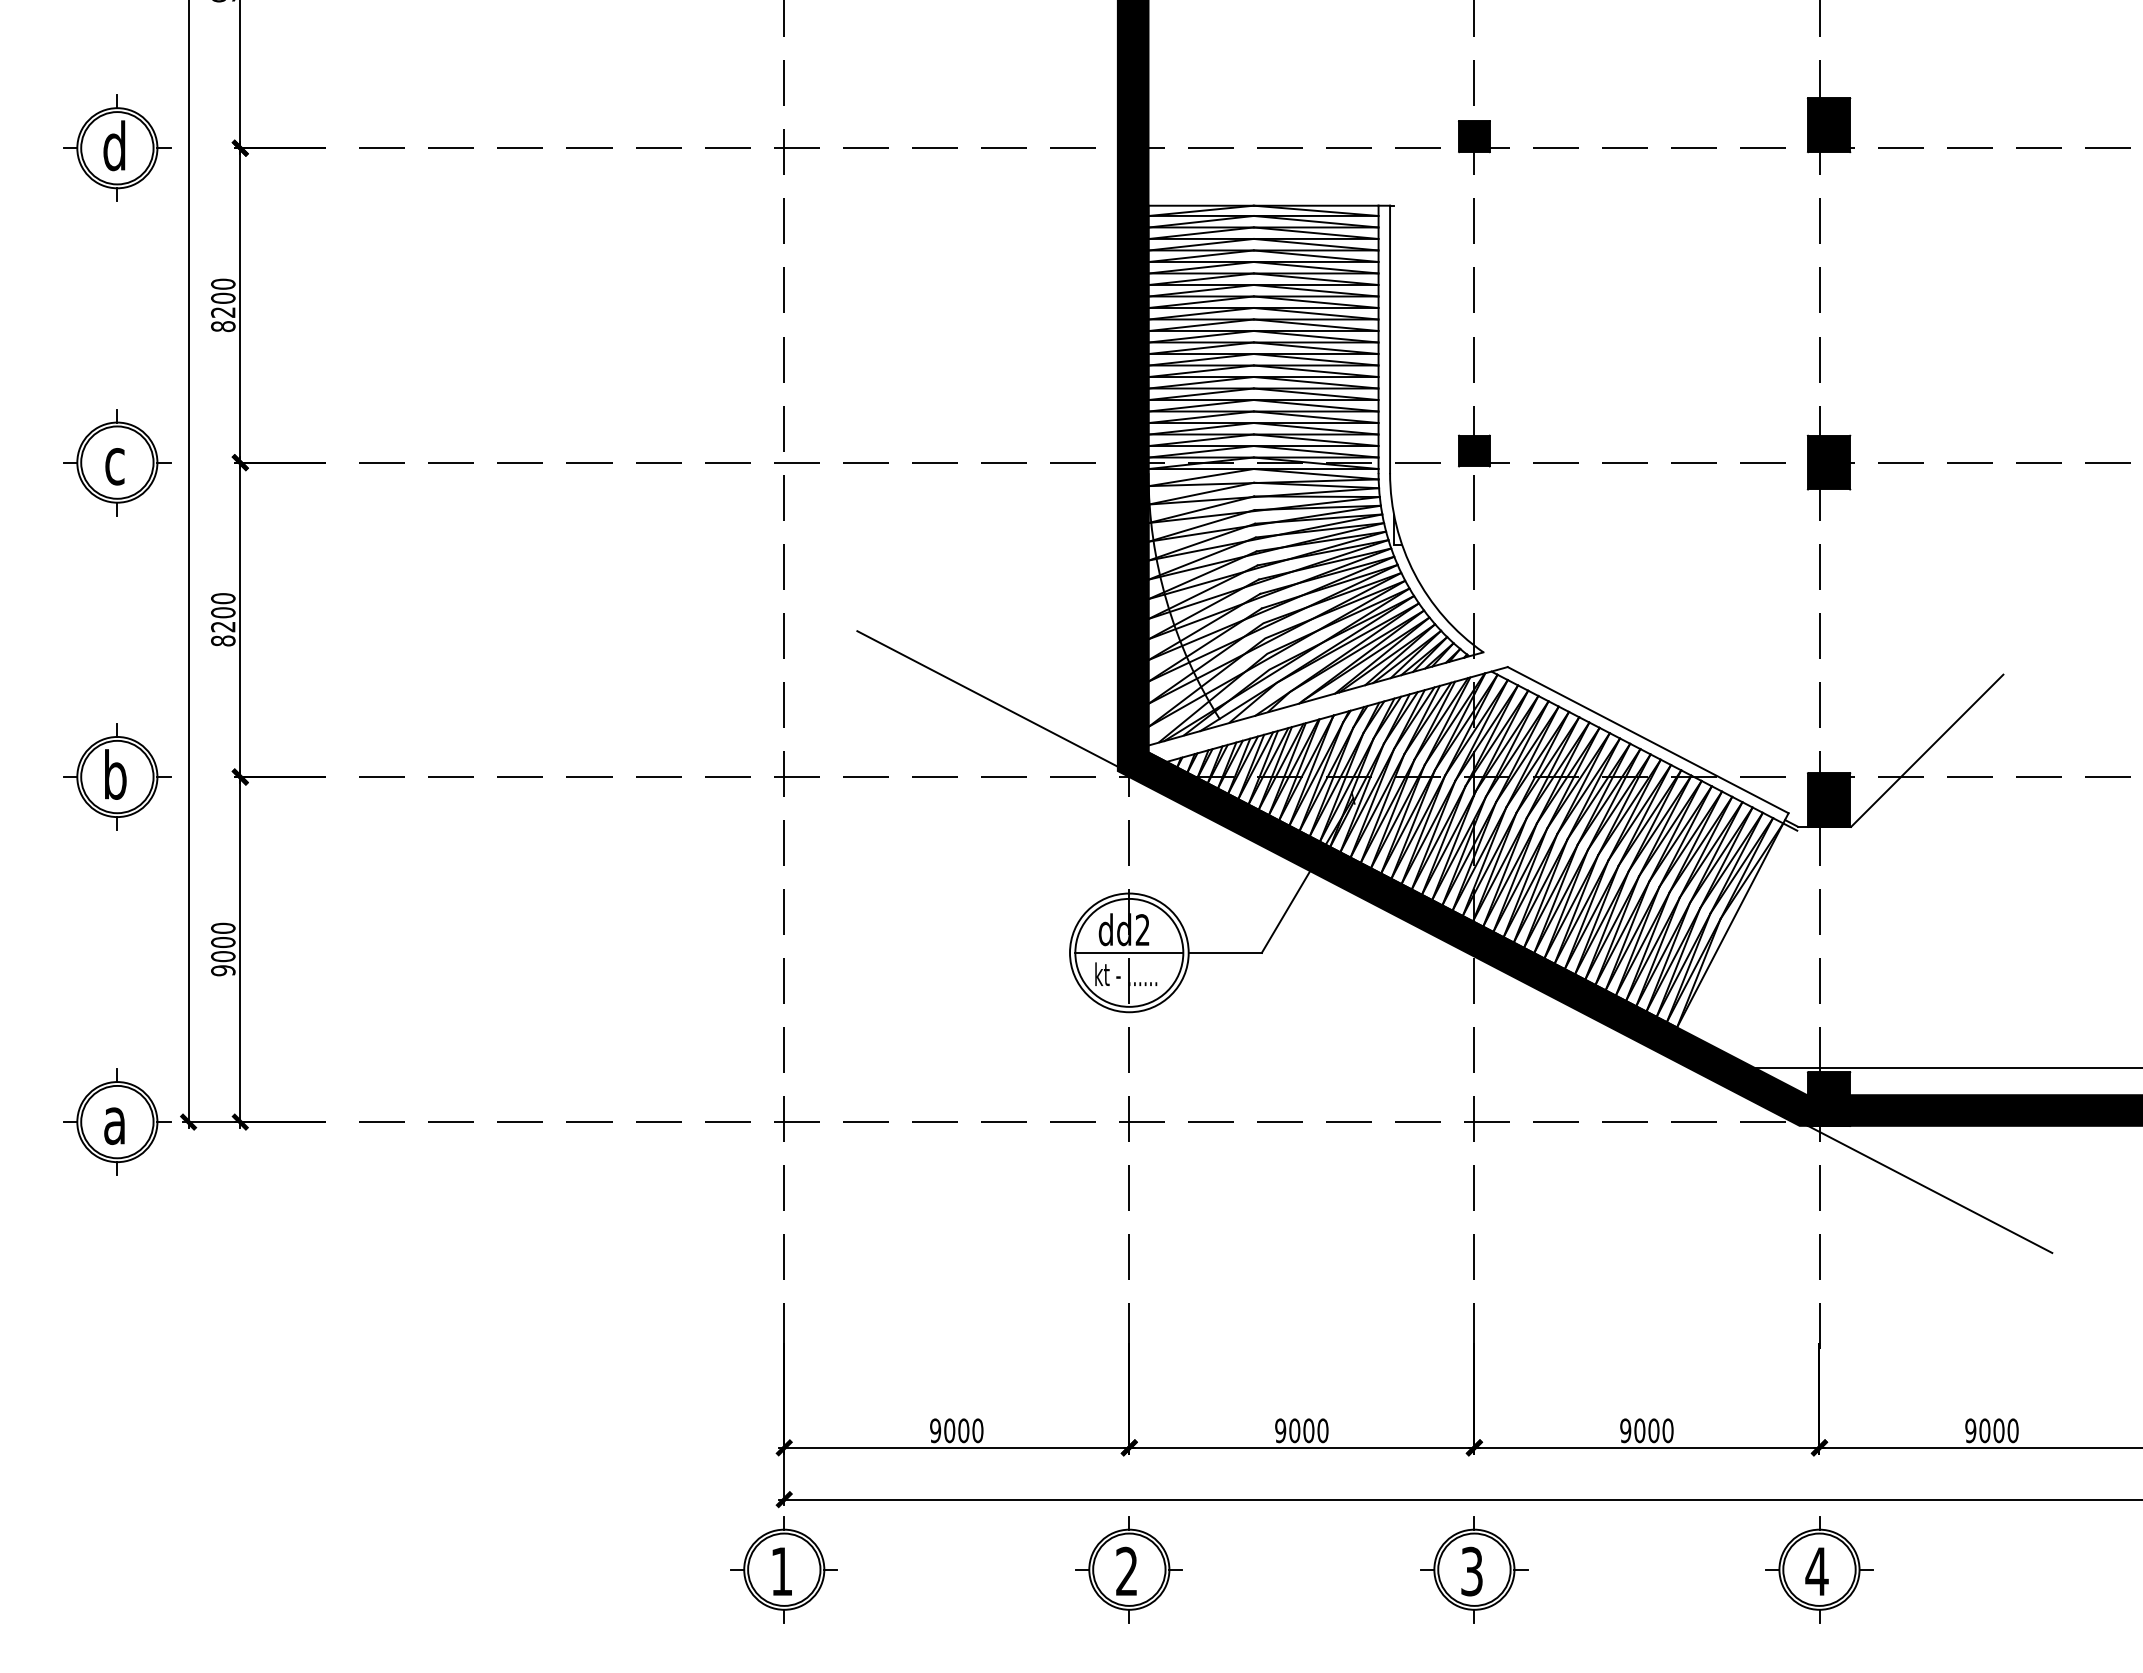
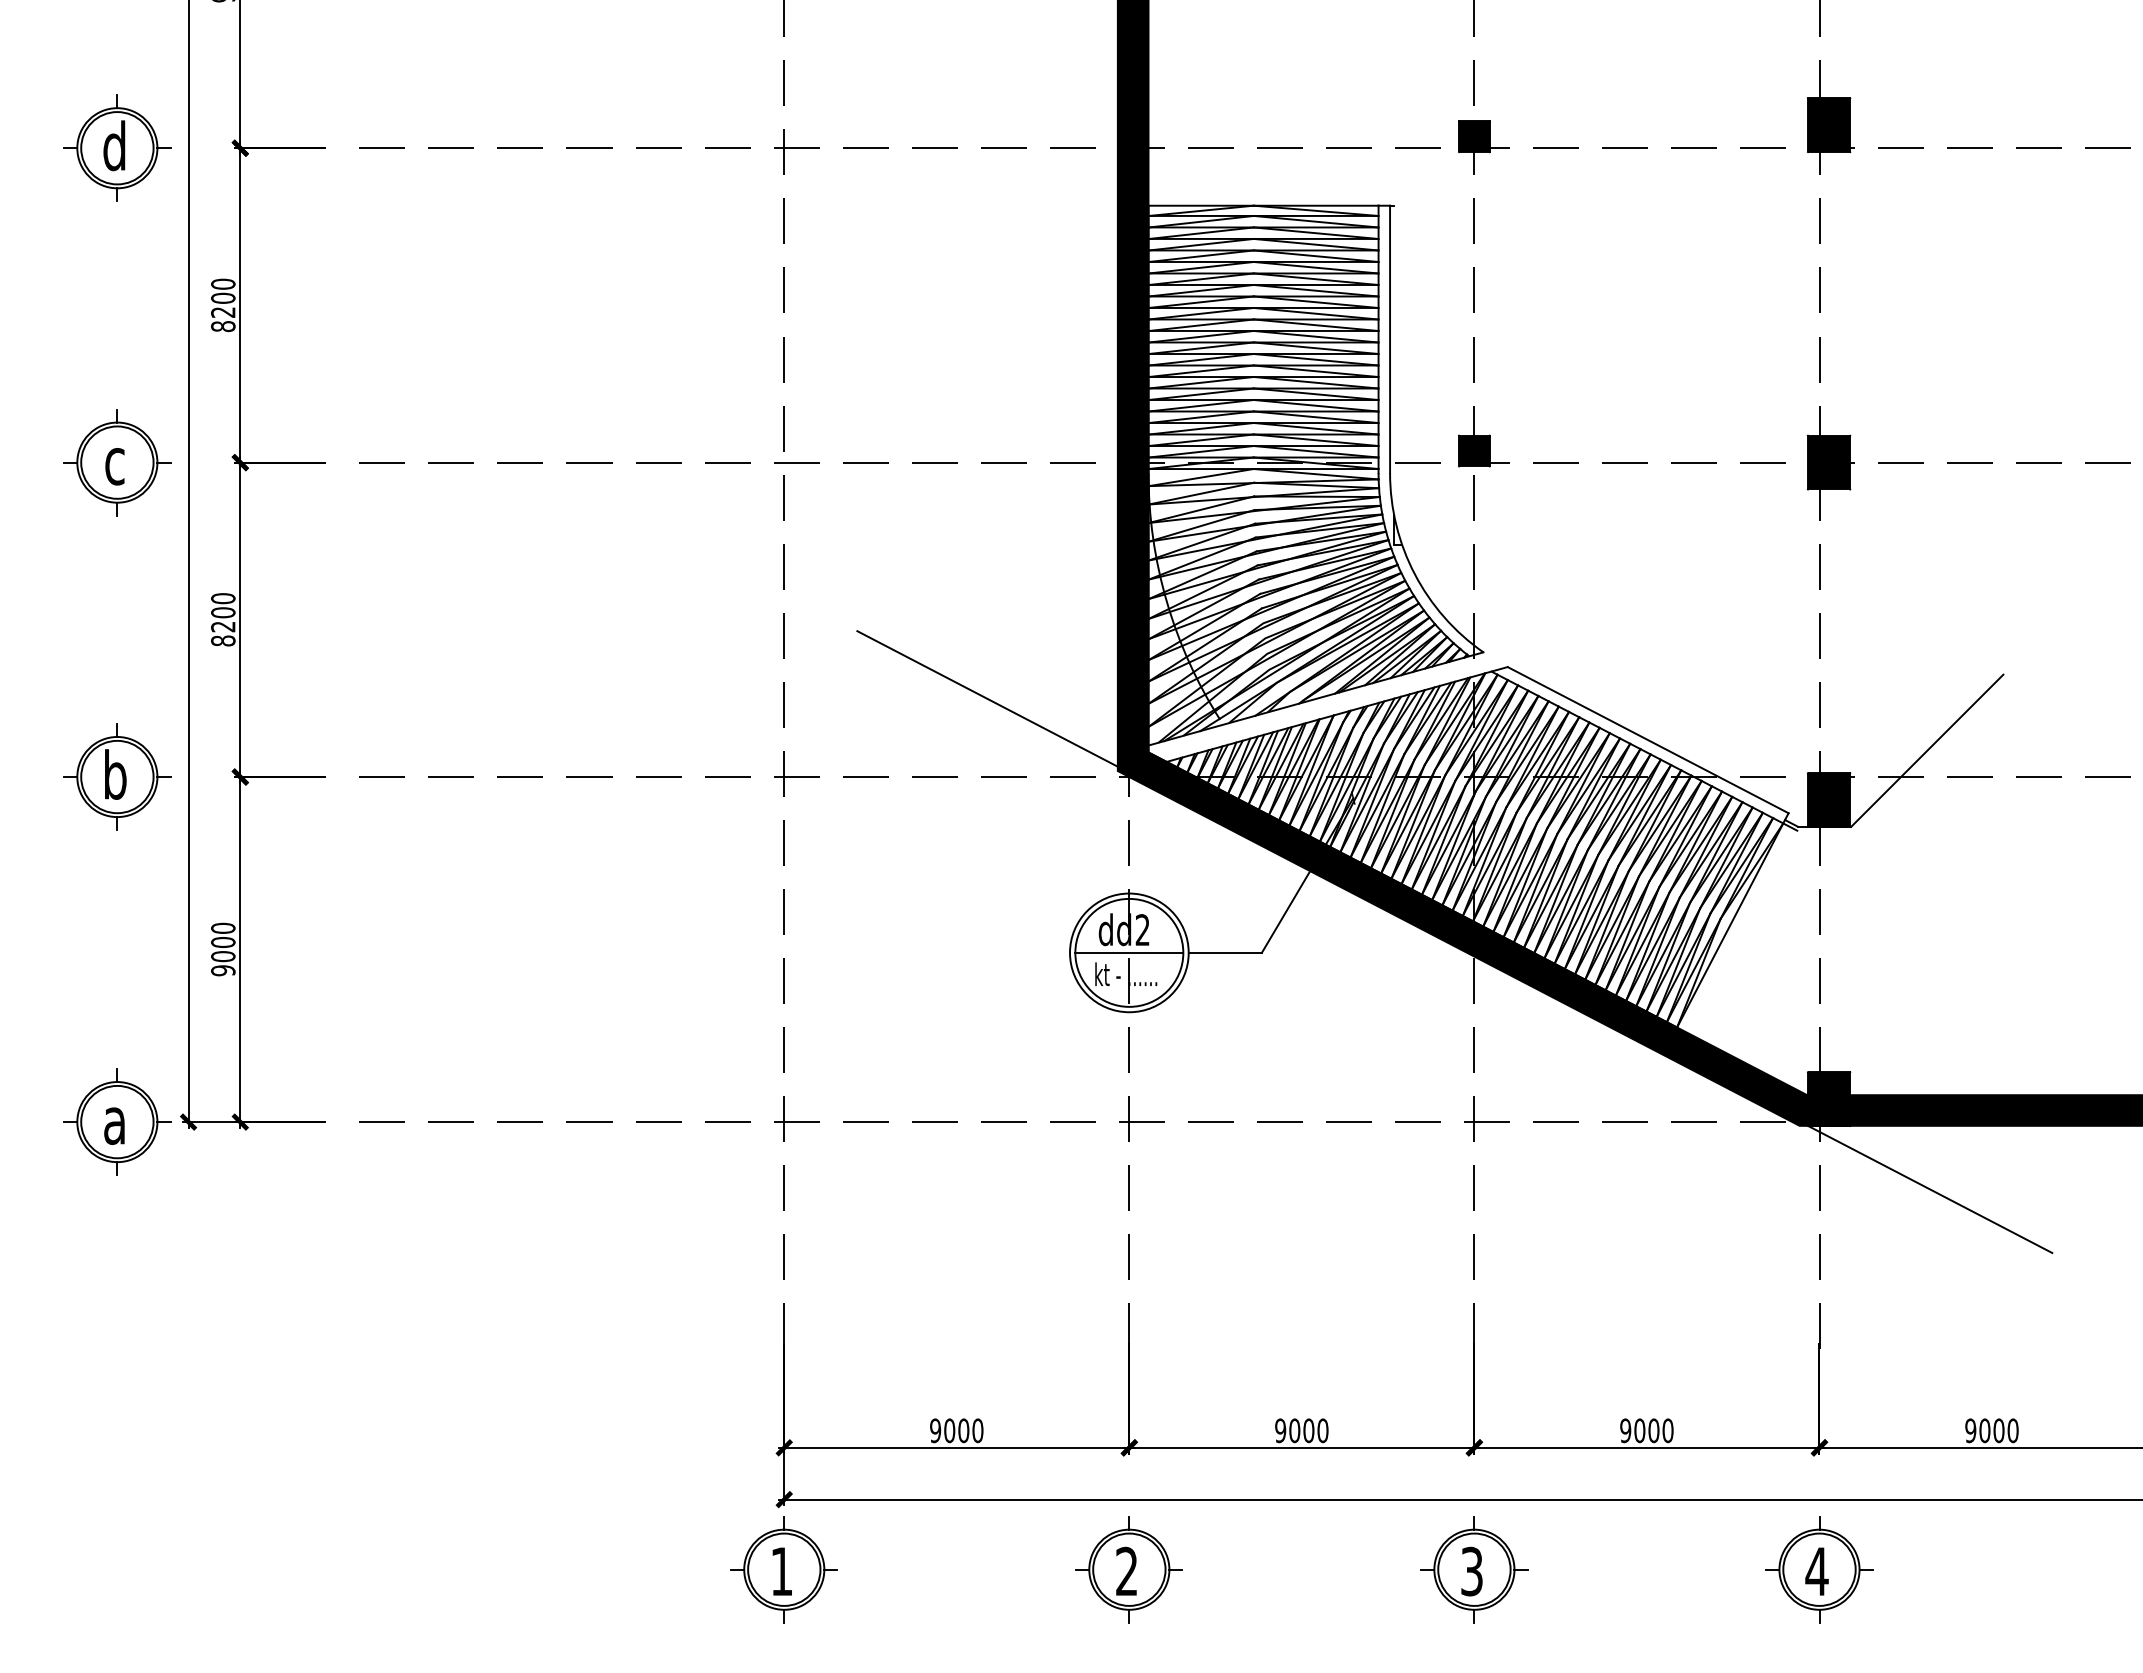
line at (1947, 1068): present -> none
